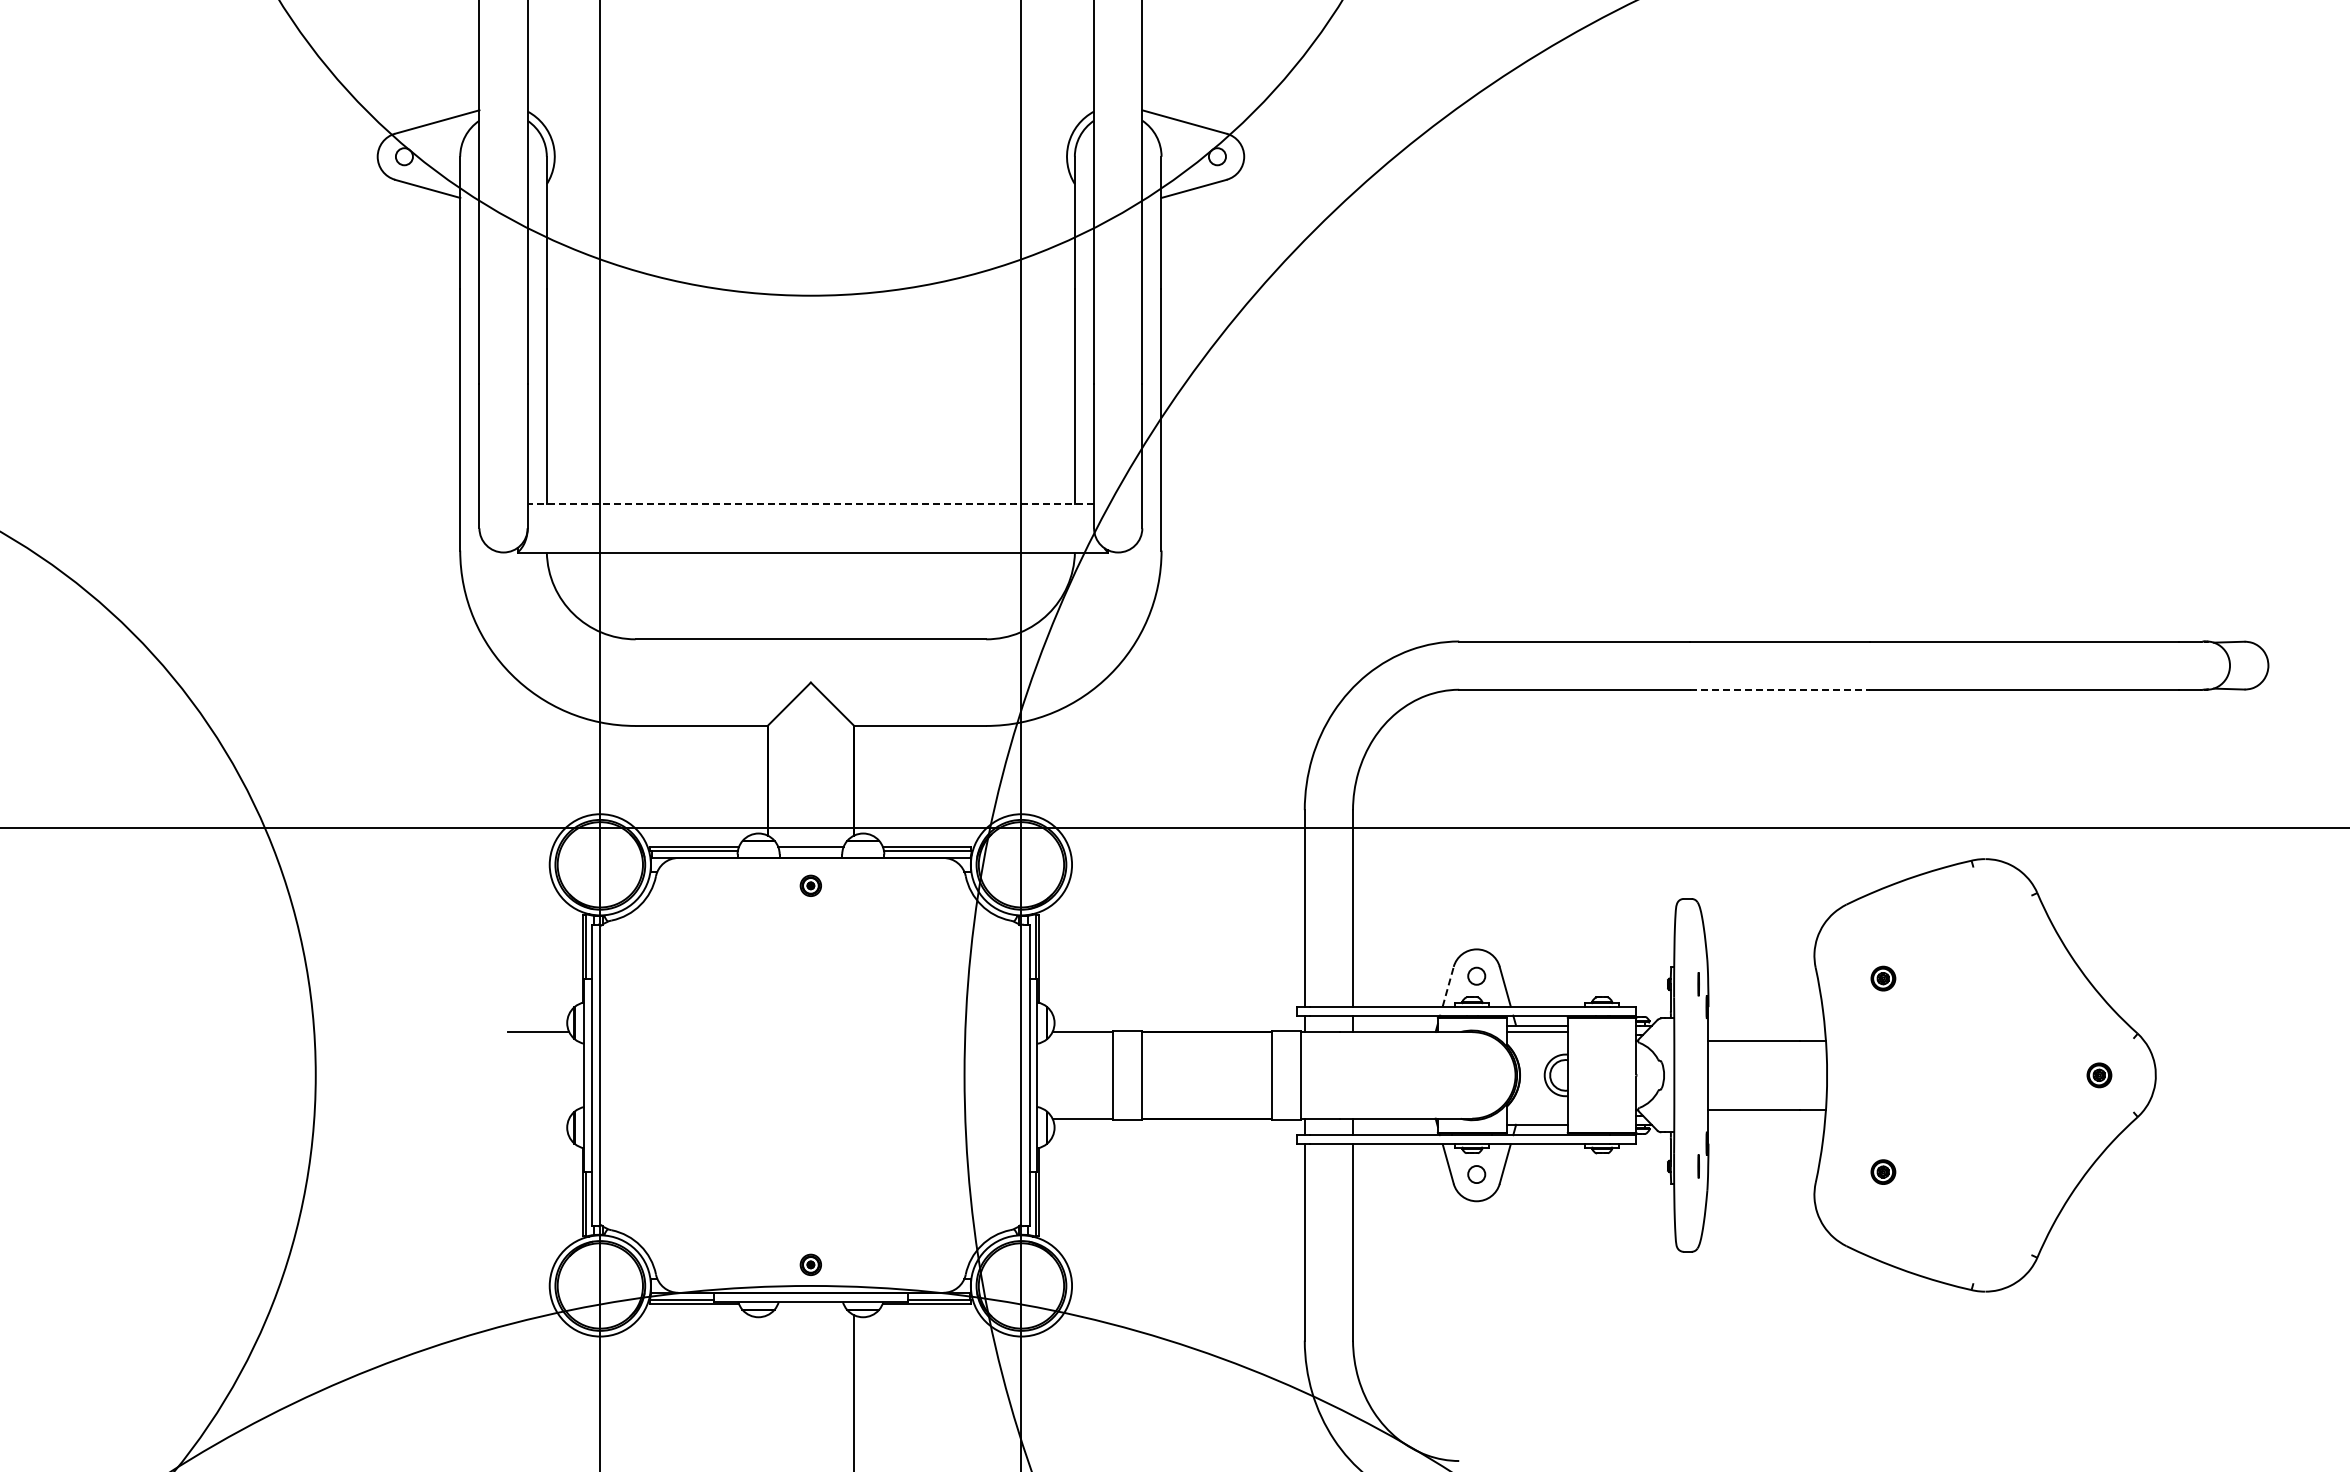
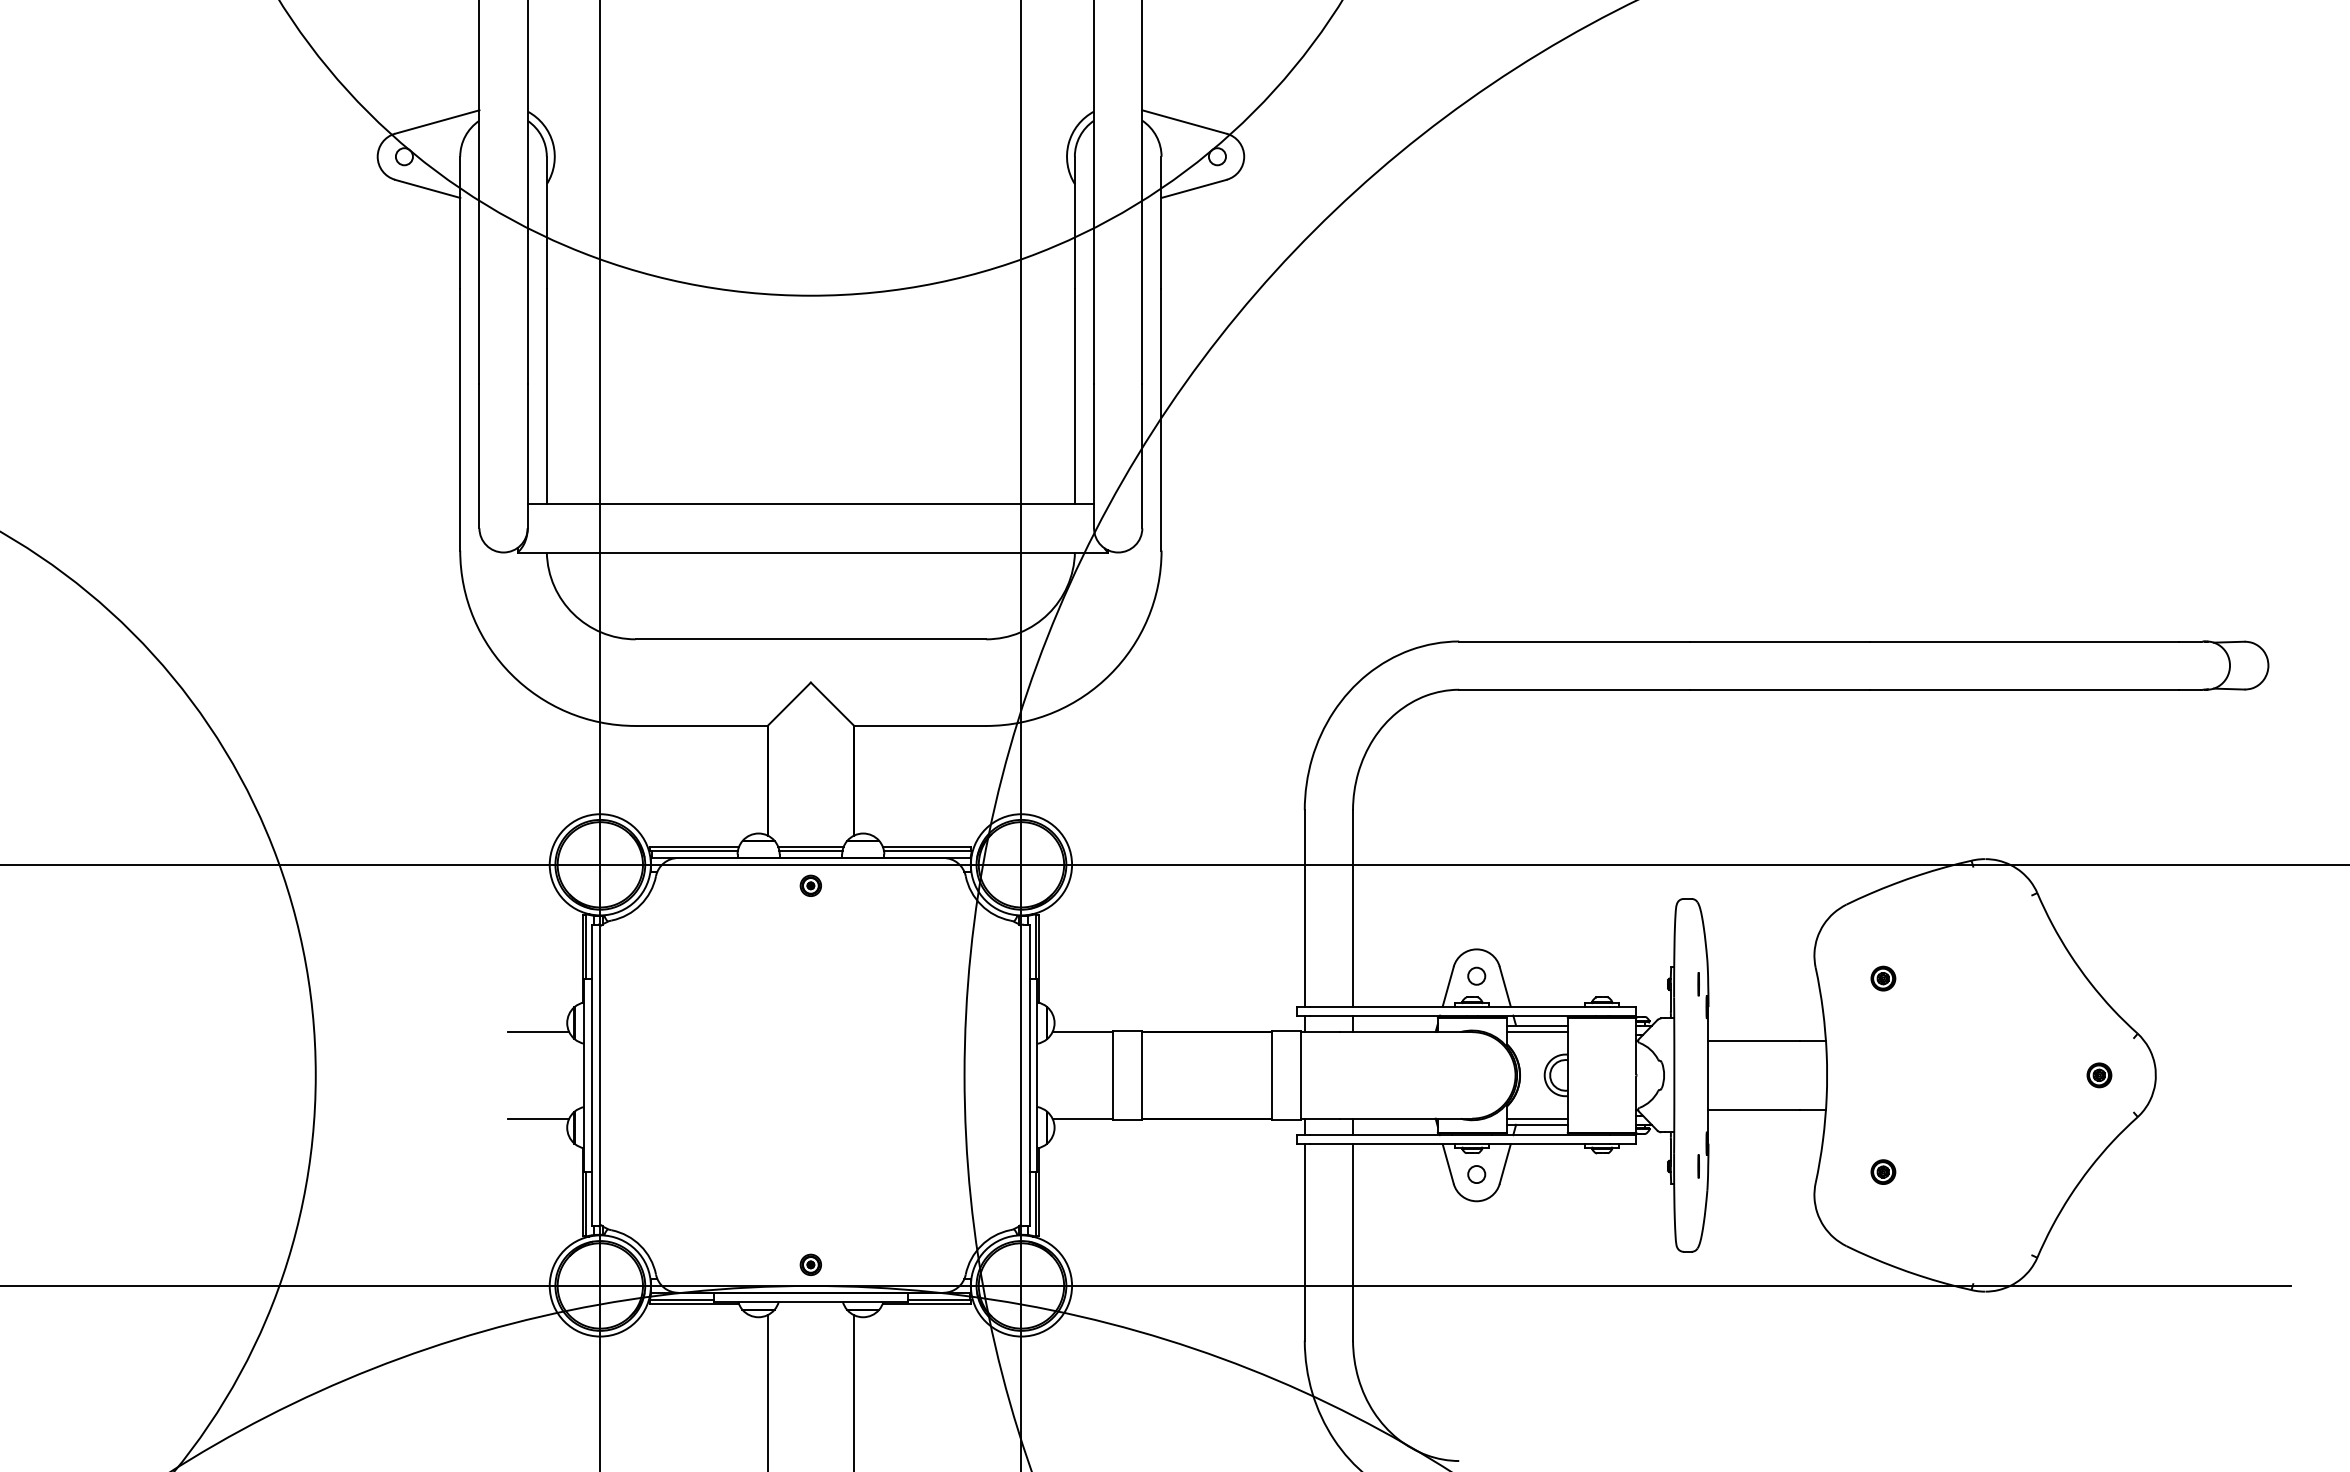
line at (810, 504): dashed -> solid
line at (1780, 689): dashed -> solid
line at (1174, 827) position: (1174, 827) -> (1174, 864)
line at (810, 850): none -> present
line at (1448, 986): dashed -> solid
line at (538, 1118): none -> present
line at (1536, 1119): none -> present
line at (1146, 1285): none -> present
line at (767, 1391): none -> present
